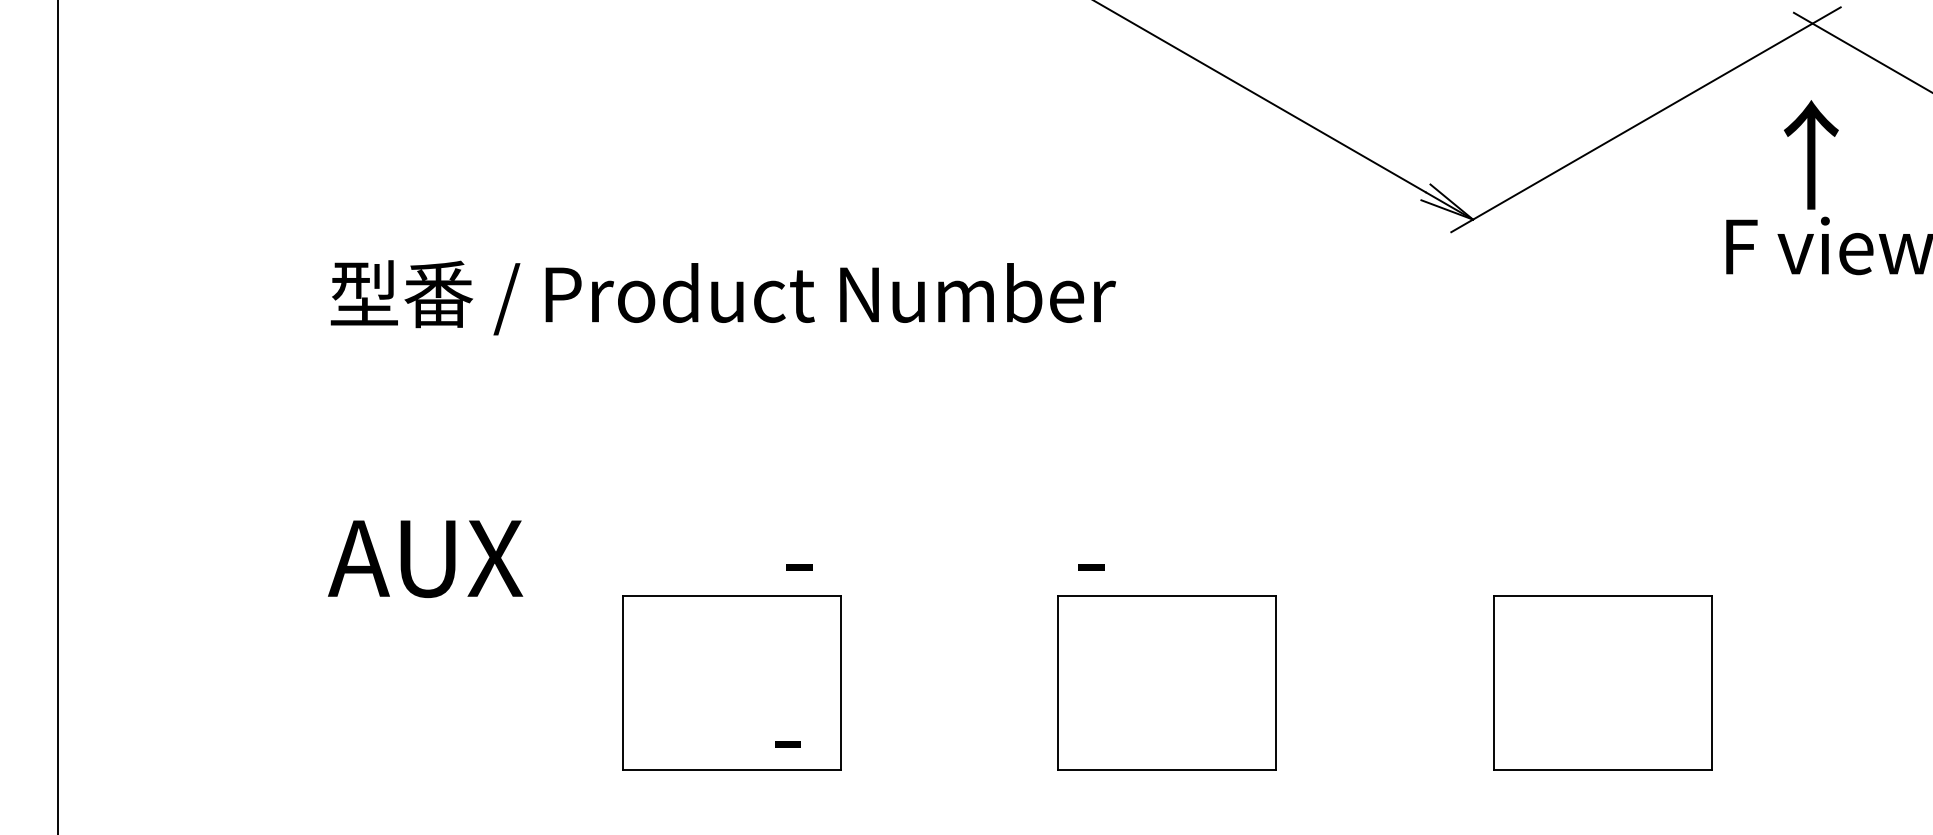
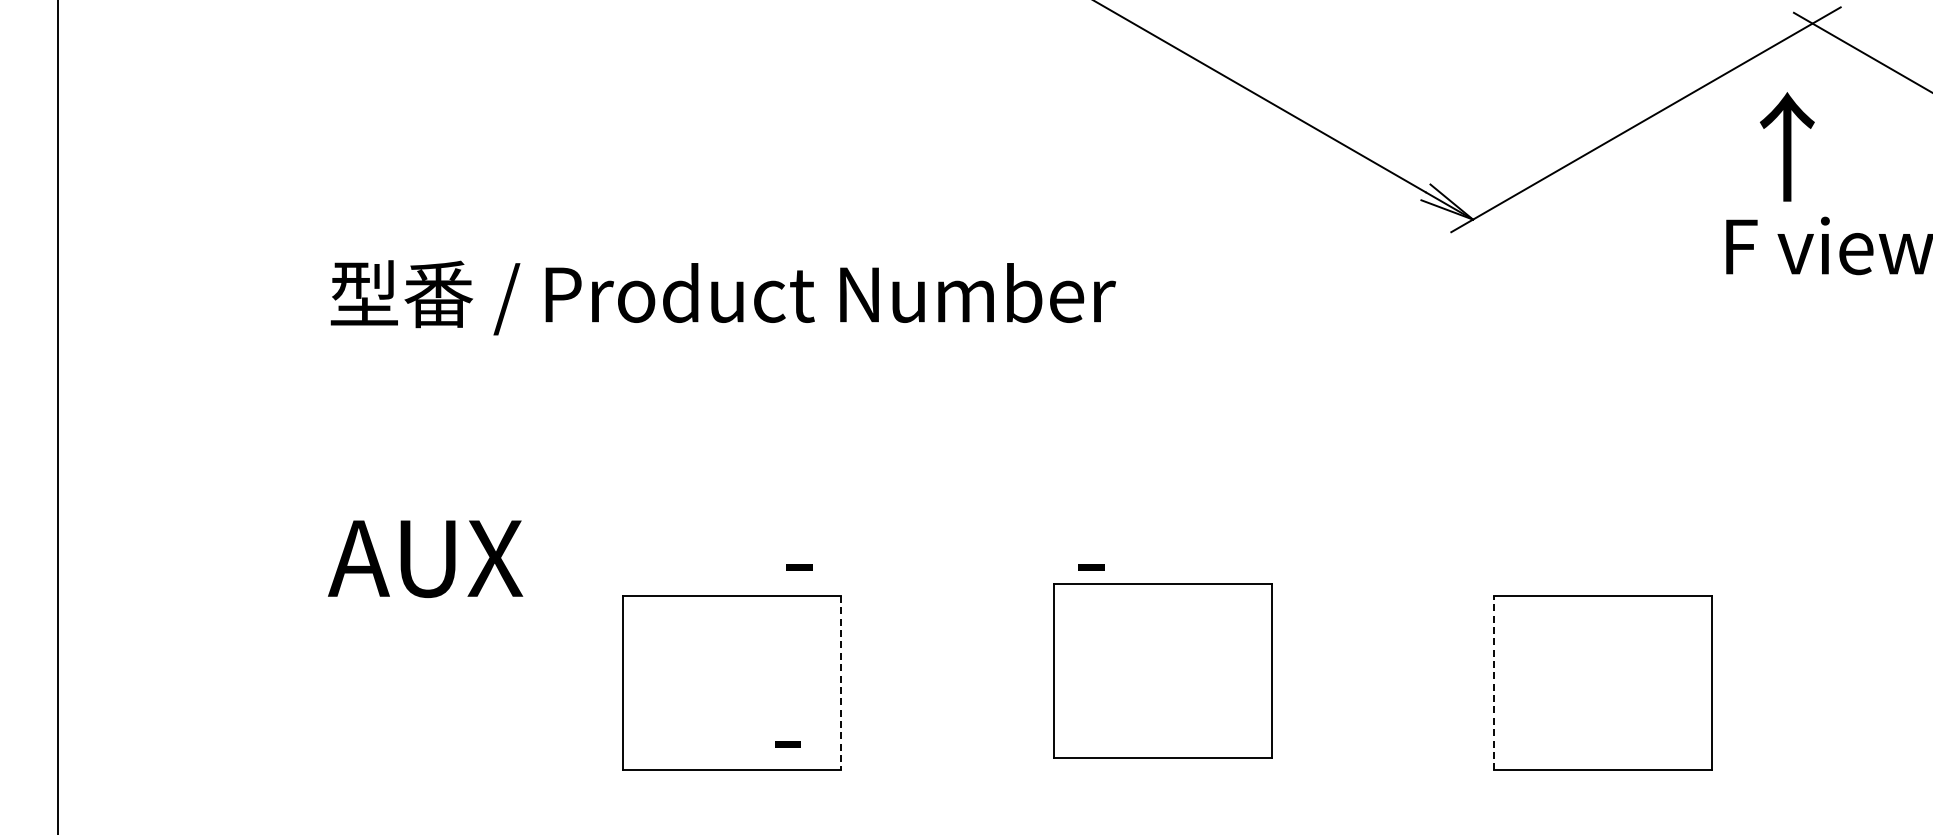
text at (1811, 154) position: (1811, 154) -> (1787, 146)
part at (1166, 682) position: (1166, 682) -> (1162, 670)
line at (1493, 682): solid -> dashed
line at (840, 683): solid -> dashed
